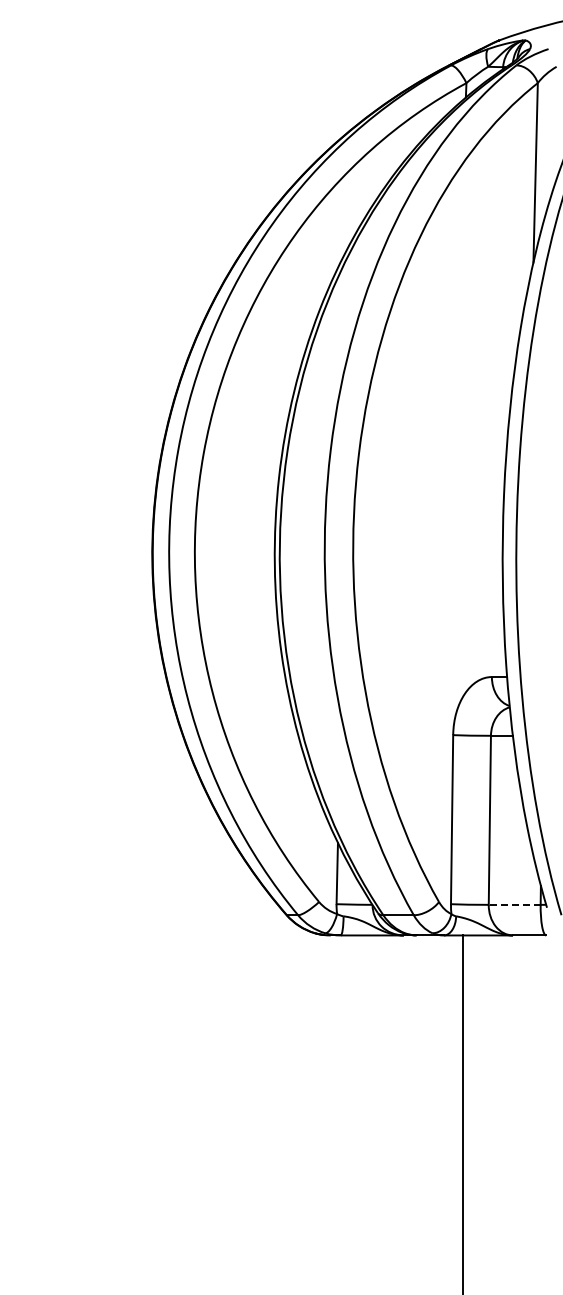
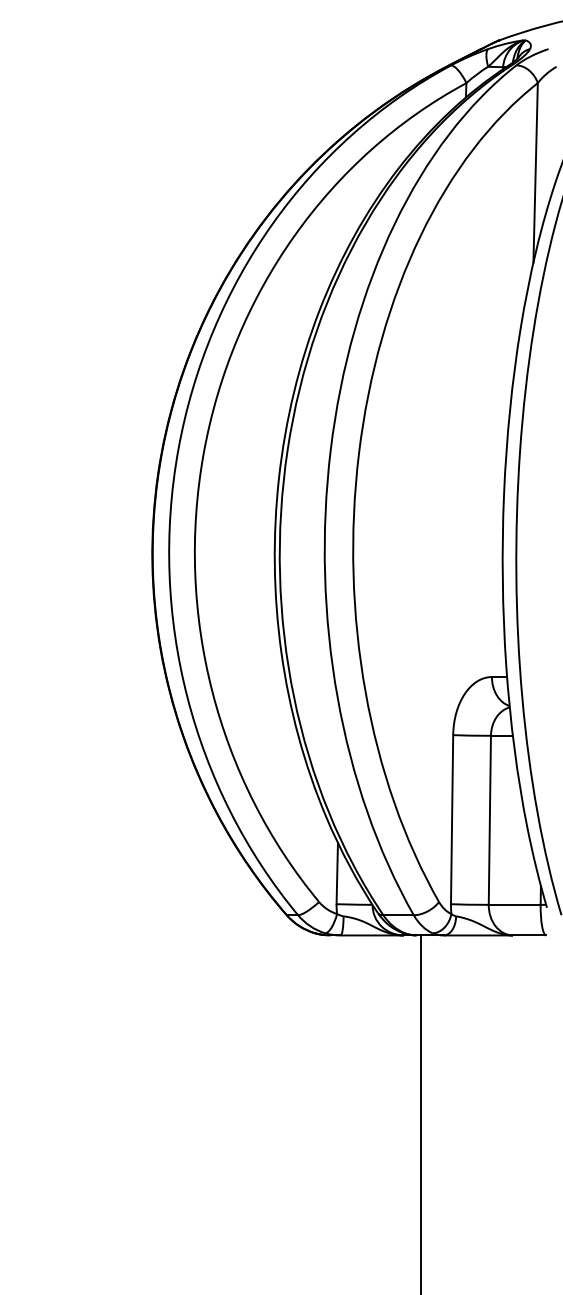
line at (514, 904): dashed -> solid
line at (462, 1113) position: (462, 1113) -> (420, 1113)
